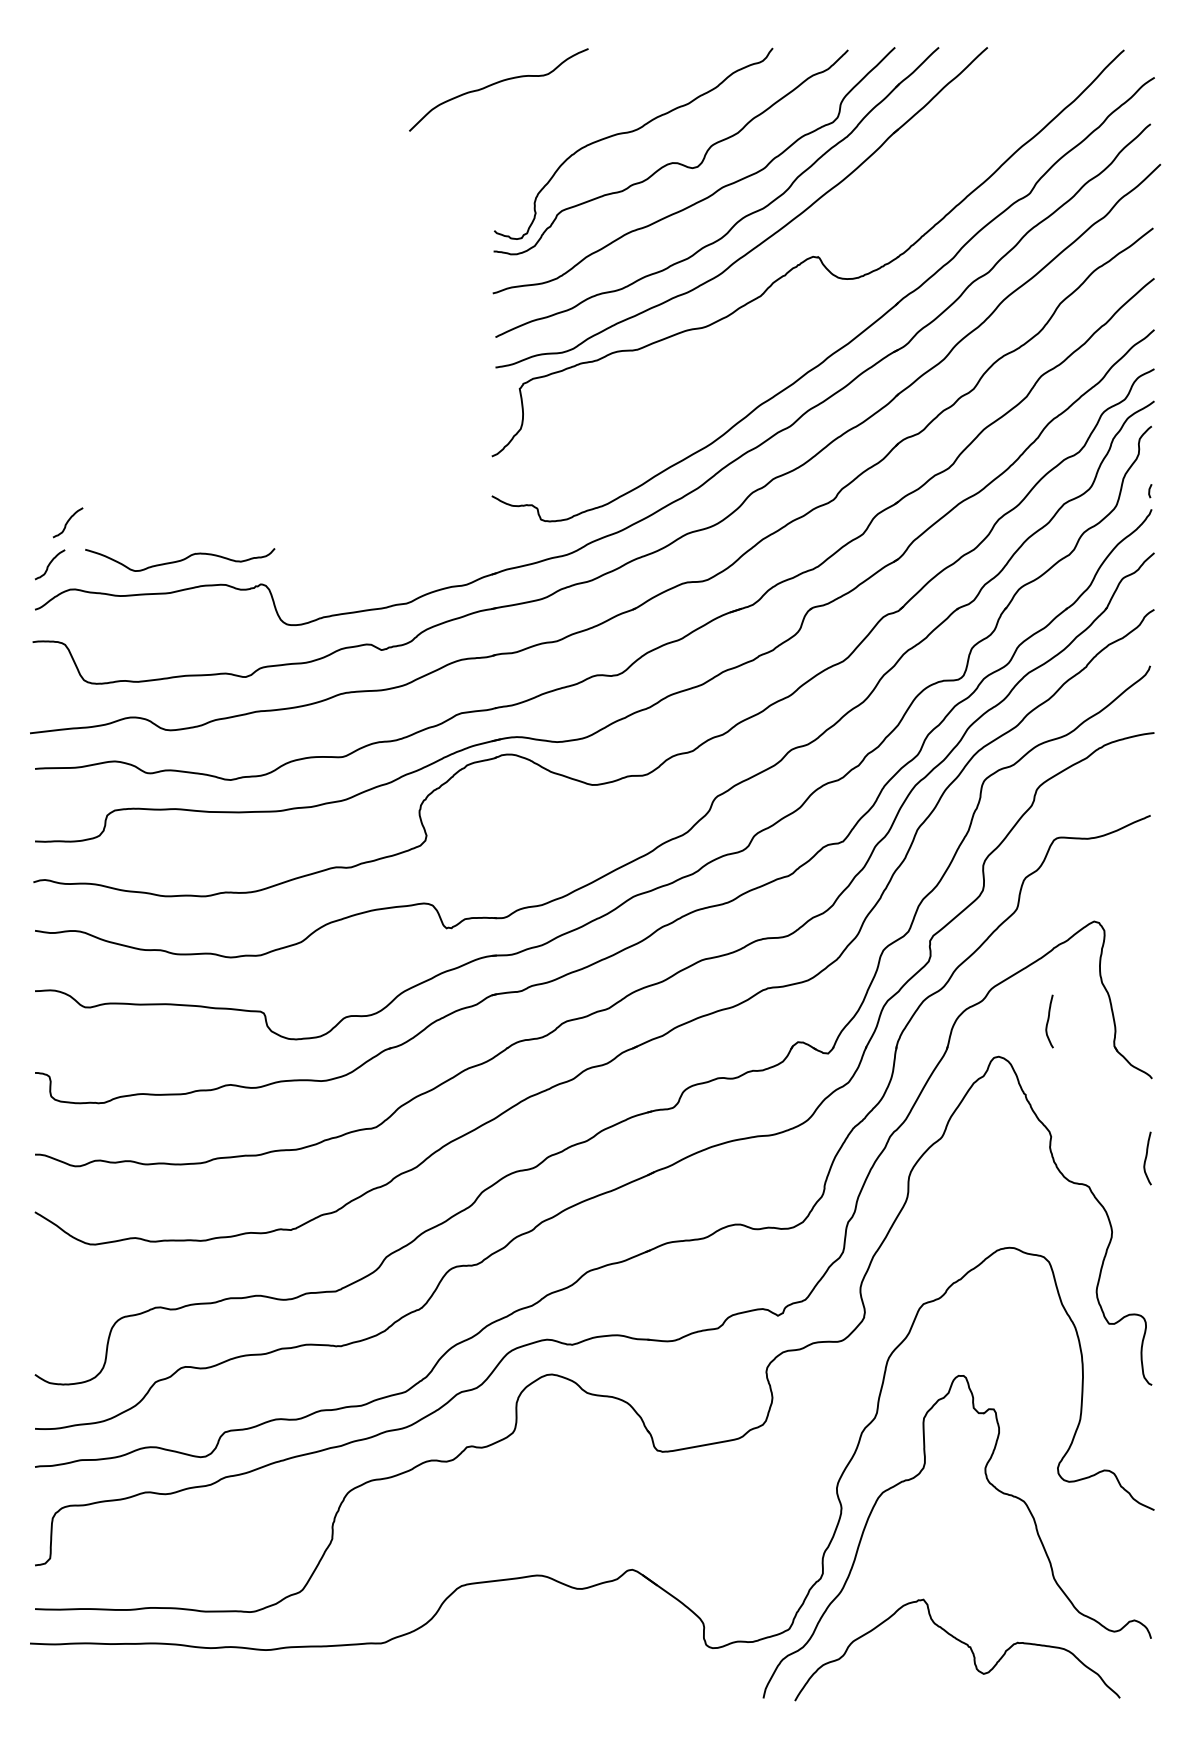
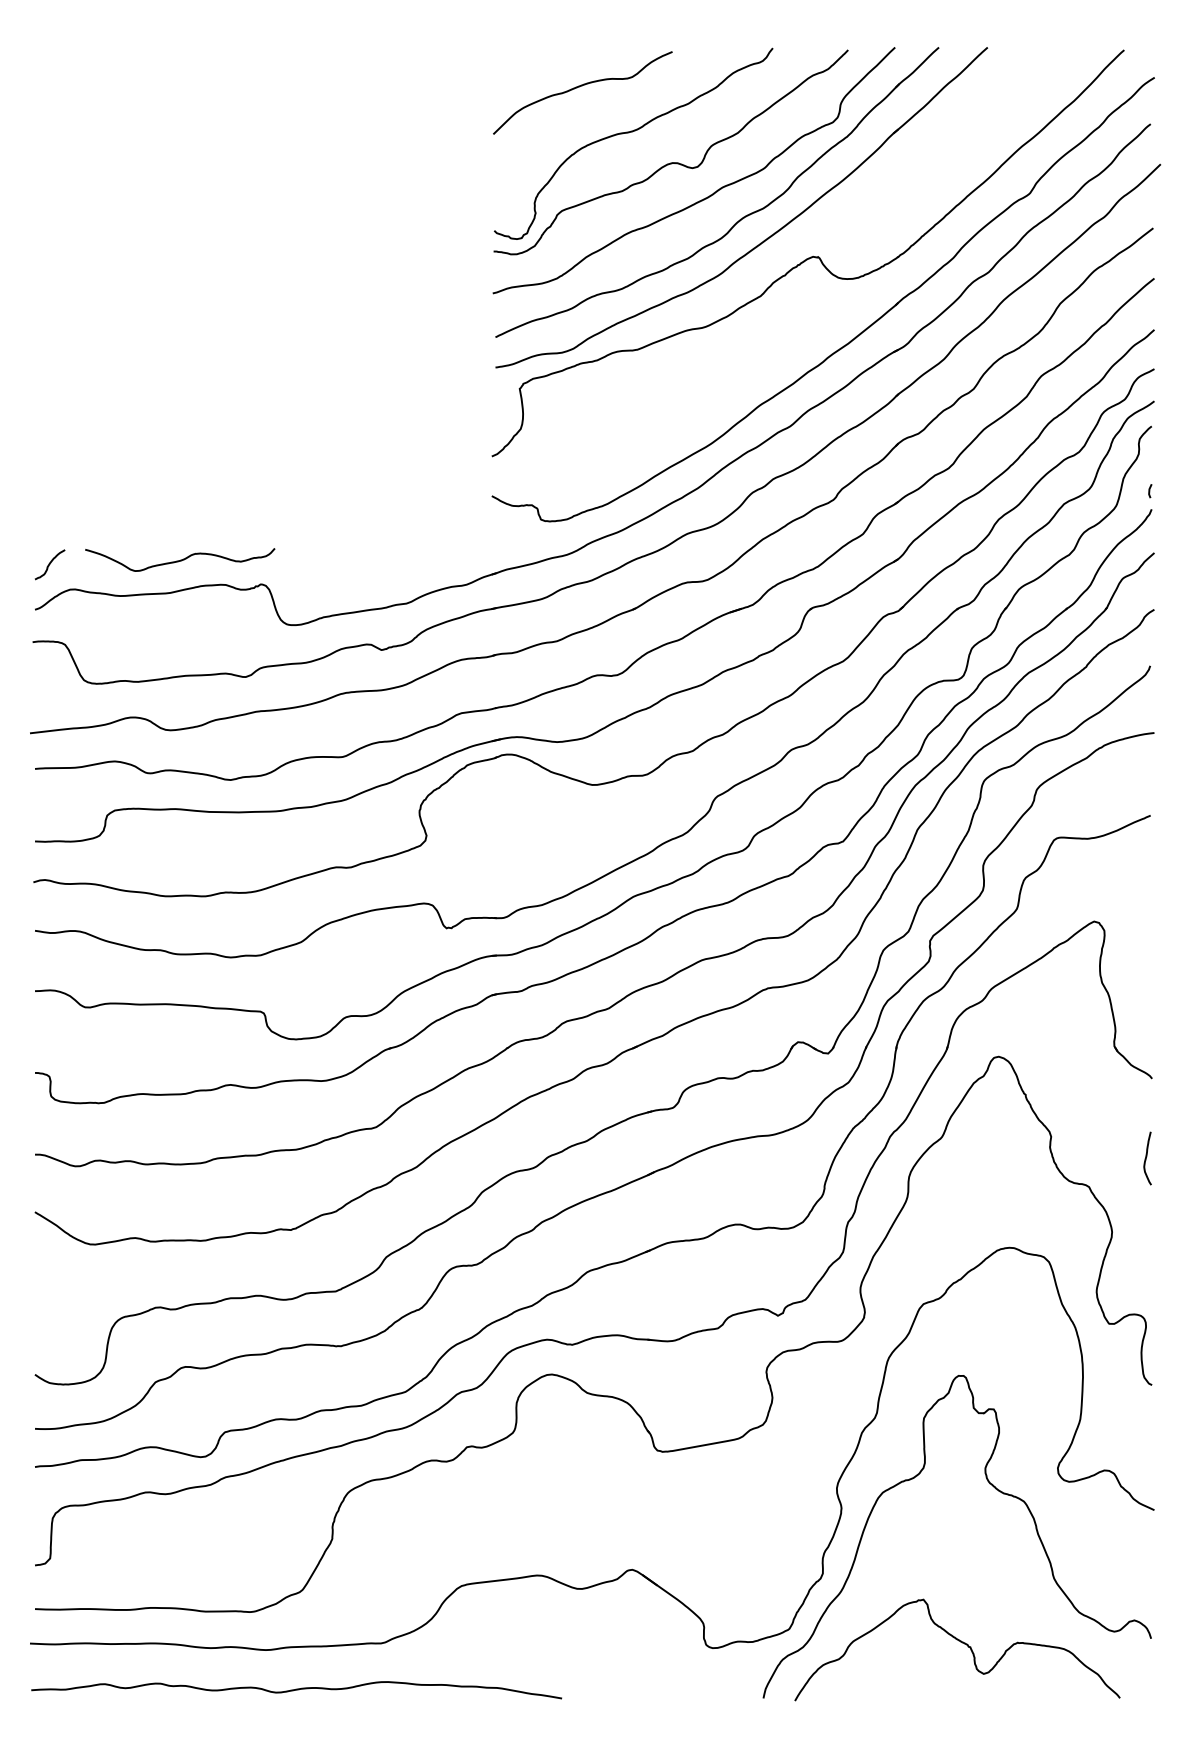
curve at (495, 84) position: (495, 84) -> (579, 87)
curve at (67, 522): present -> none
curve at (1048, 1021): present -> none
curve at (296, 1690): none -> present
